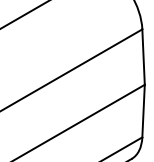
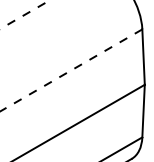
line at (25, 14): solid -> dashed
line at (71, 70): solid -> dashed
